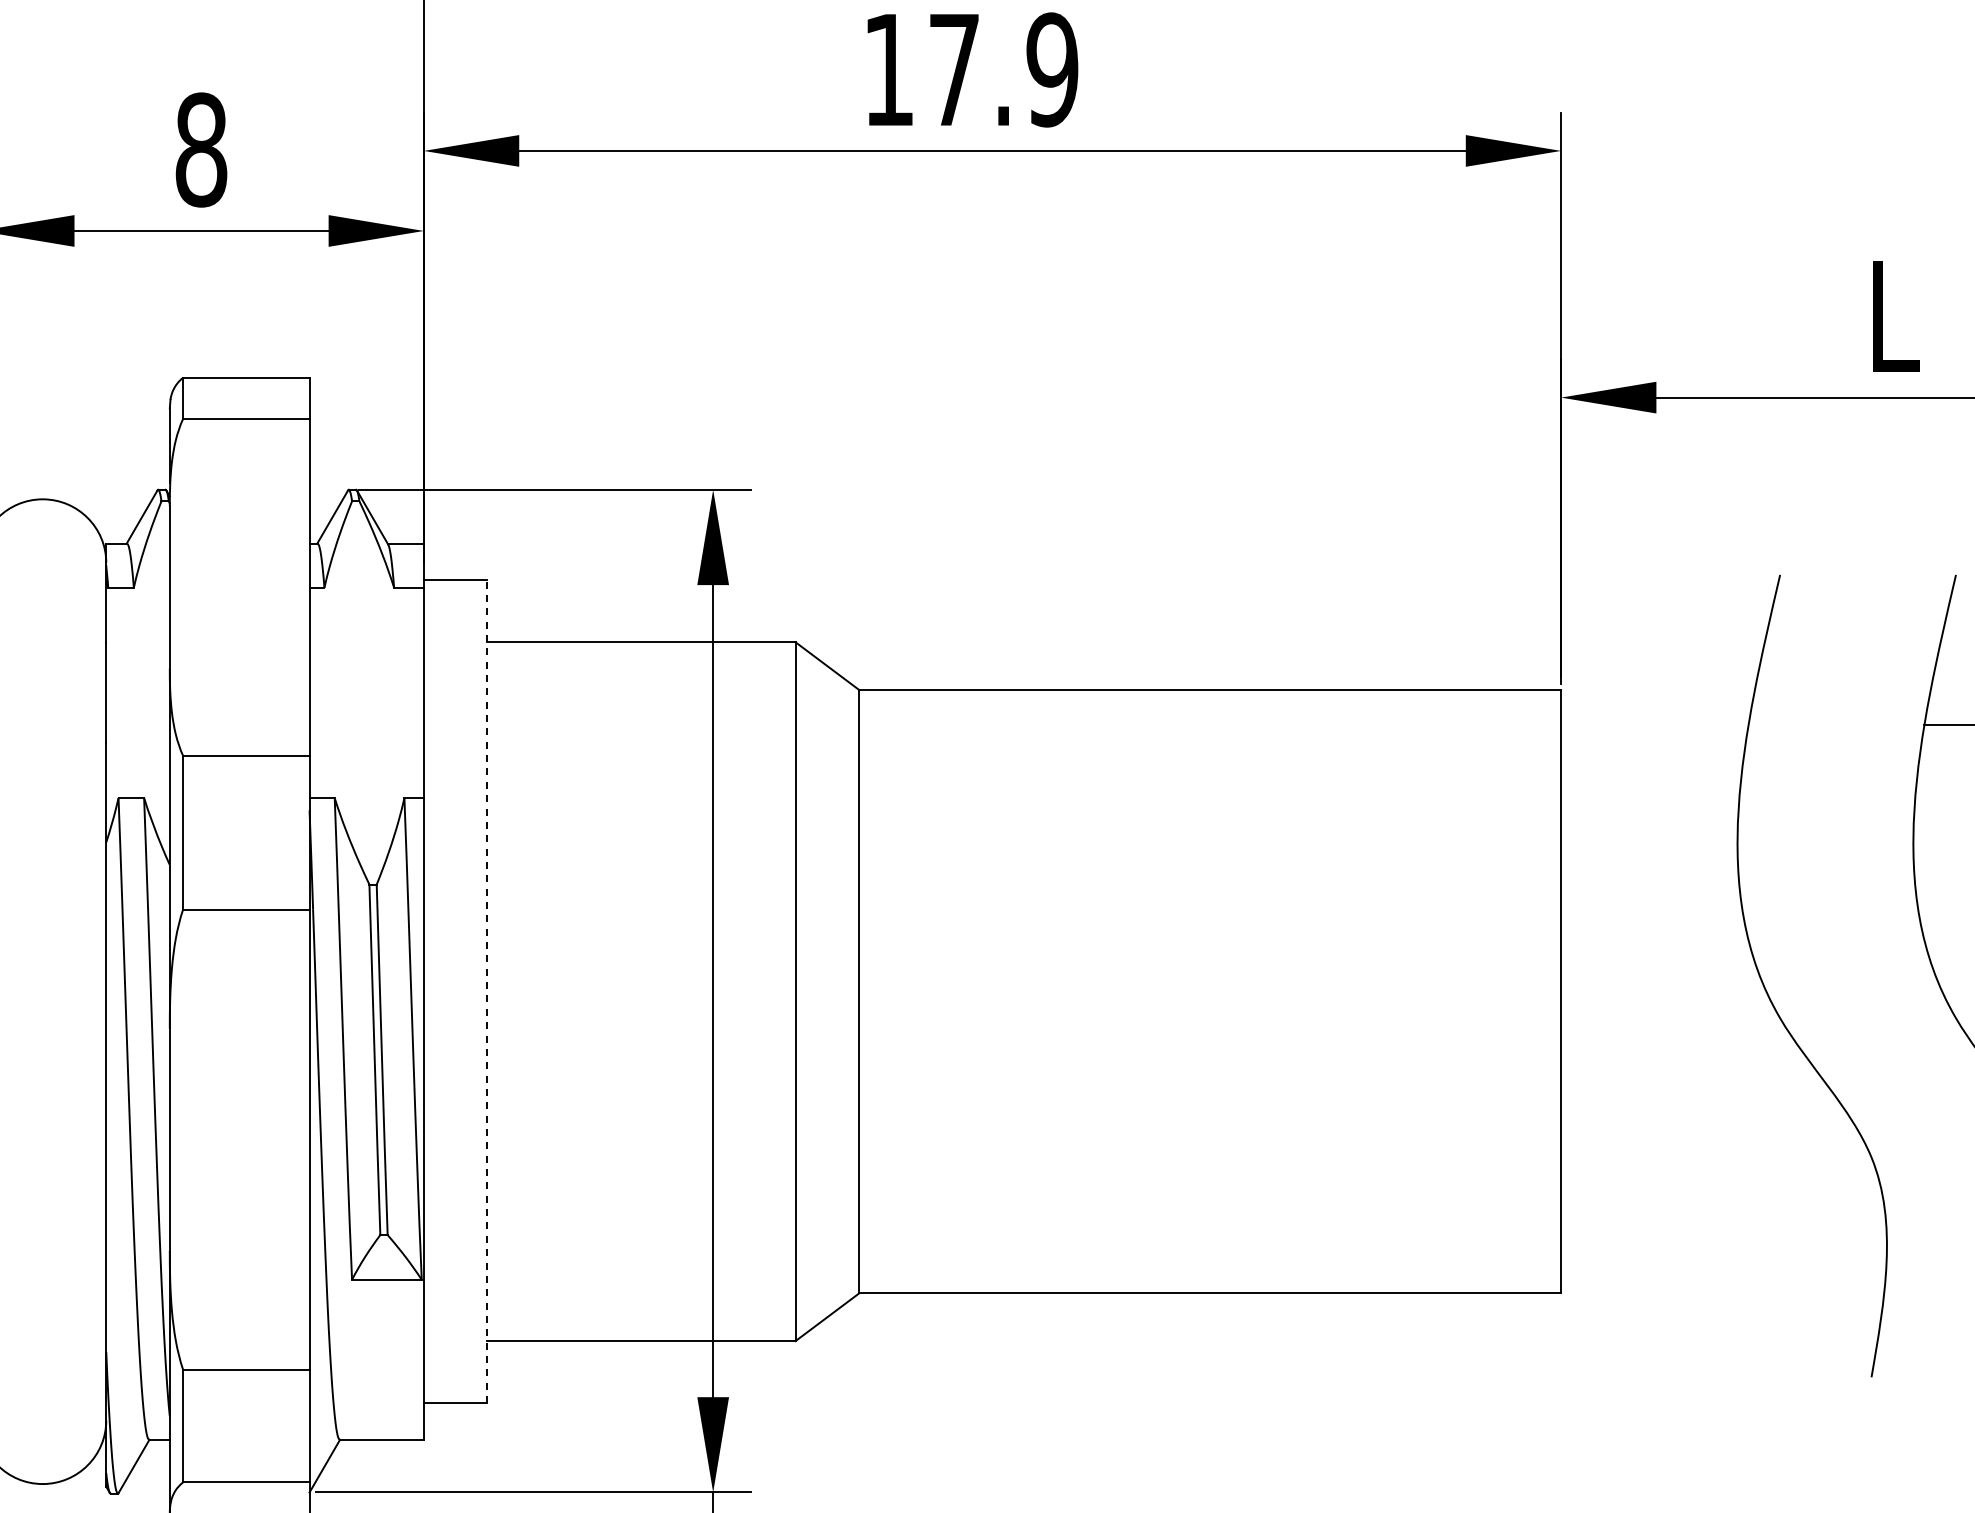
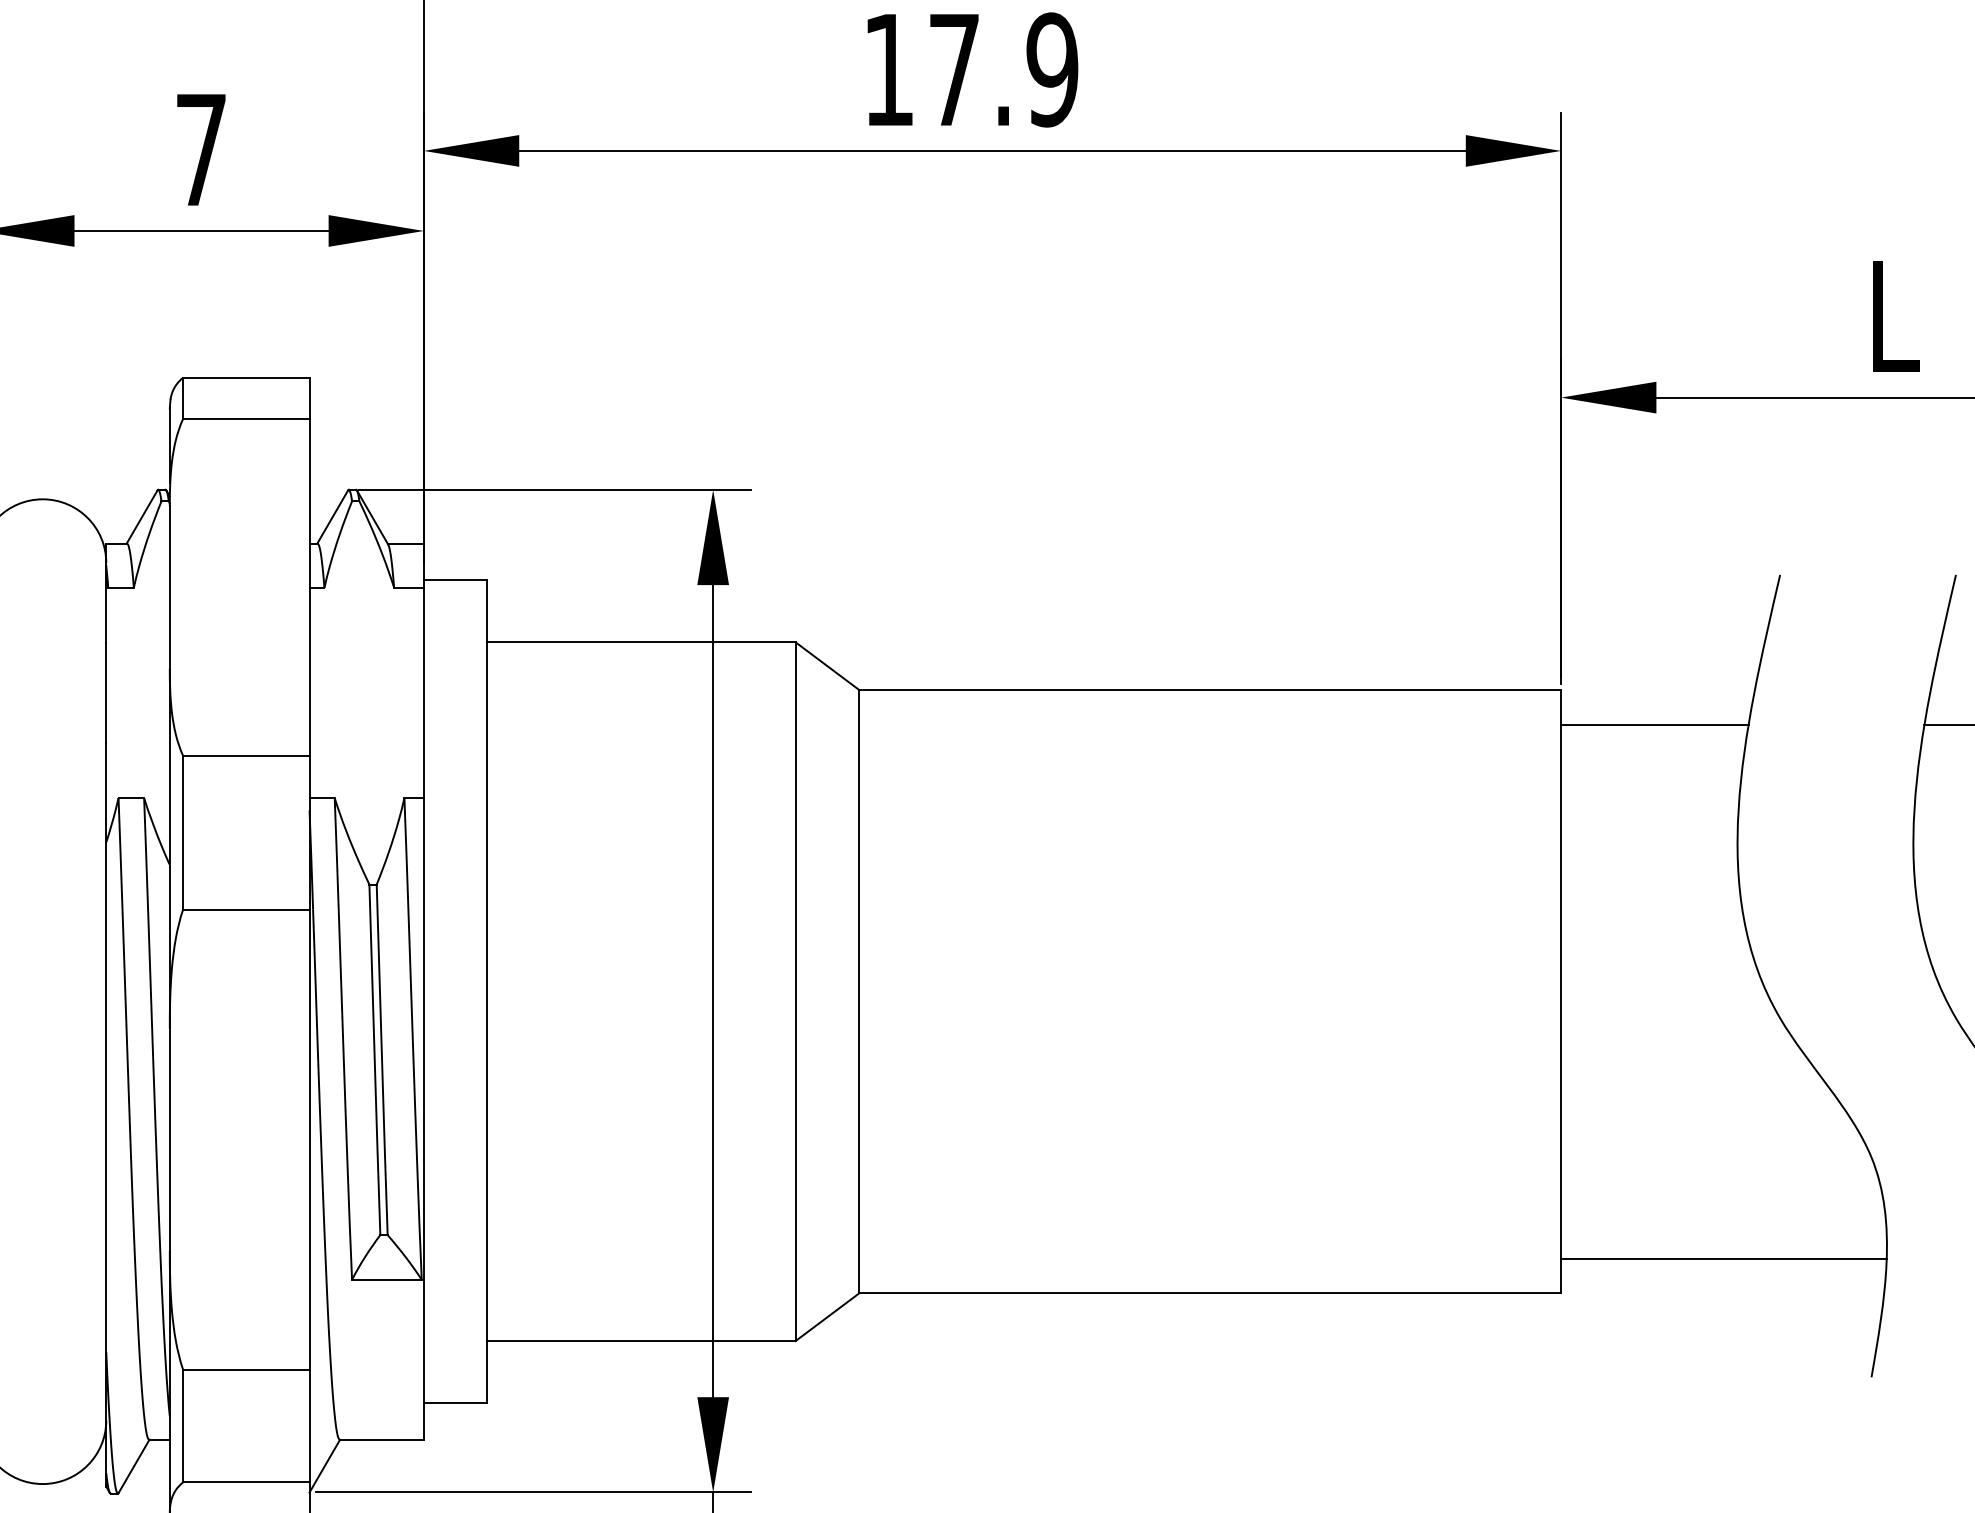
text at (201, 149): 8 -> 7
line at (1654, 724): none -> present
line at (487, 991): dashed -> solid
line at (1723, 1258): none -> present
